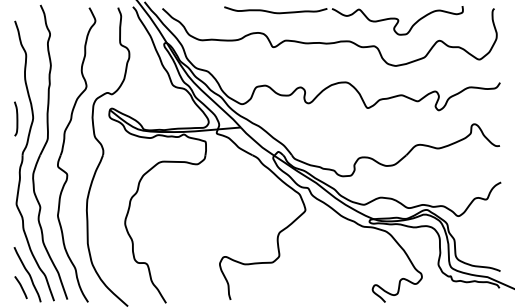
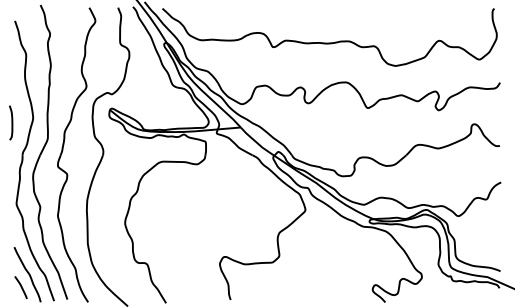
part at (343, 20): present -> none
curve at (16, 118) position: (16, 118) -> (11, 122)
